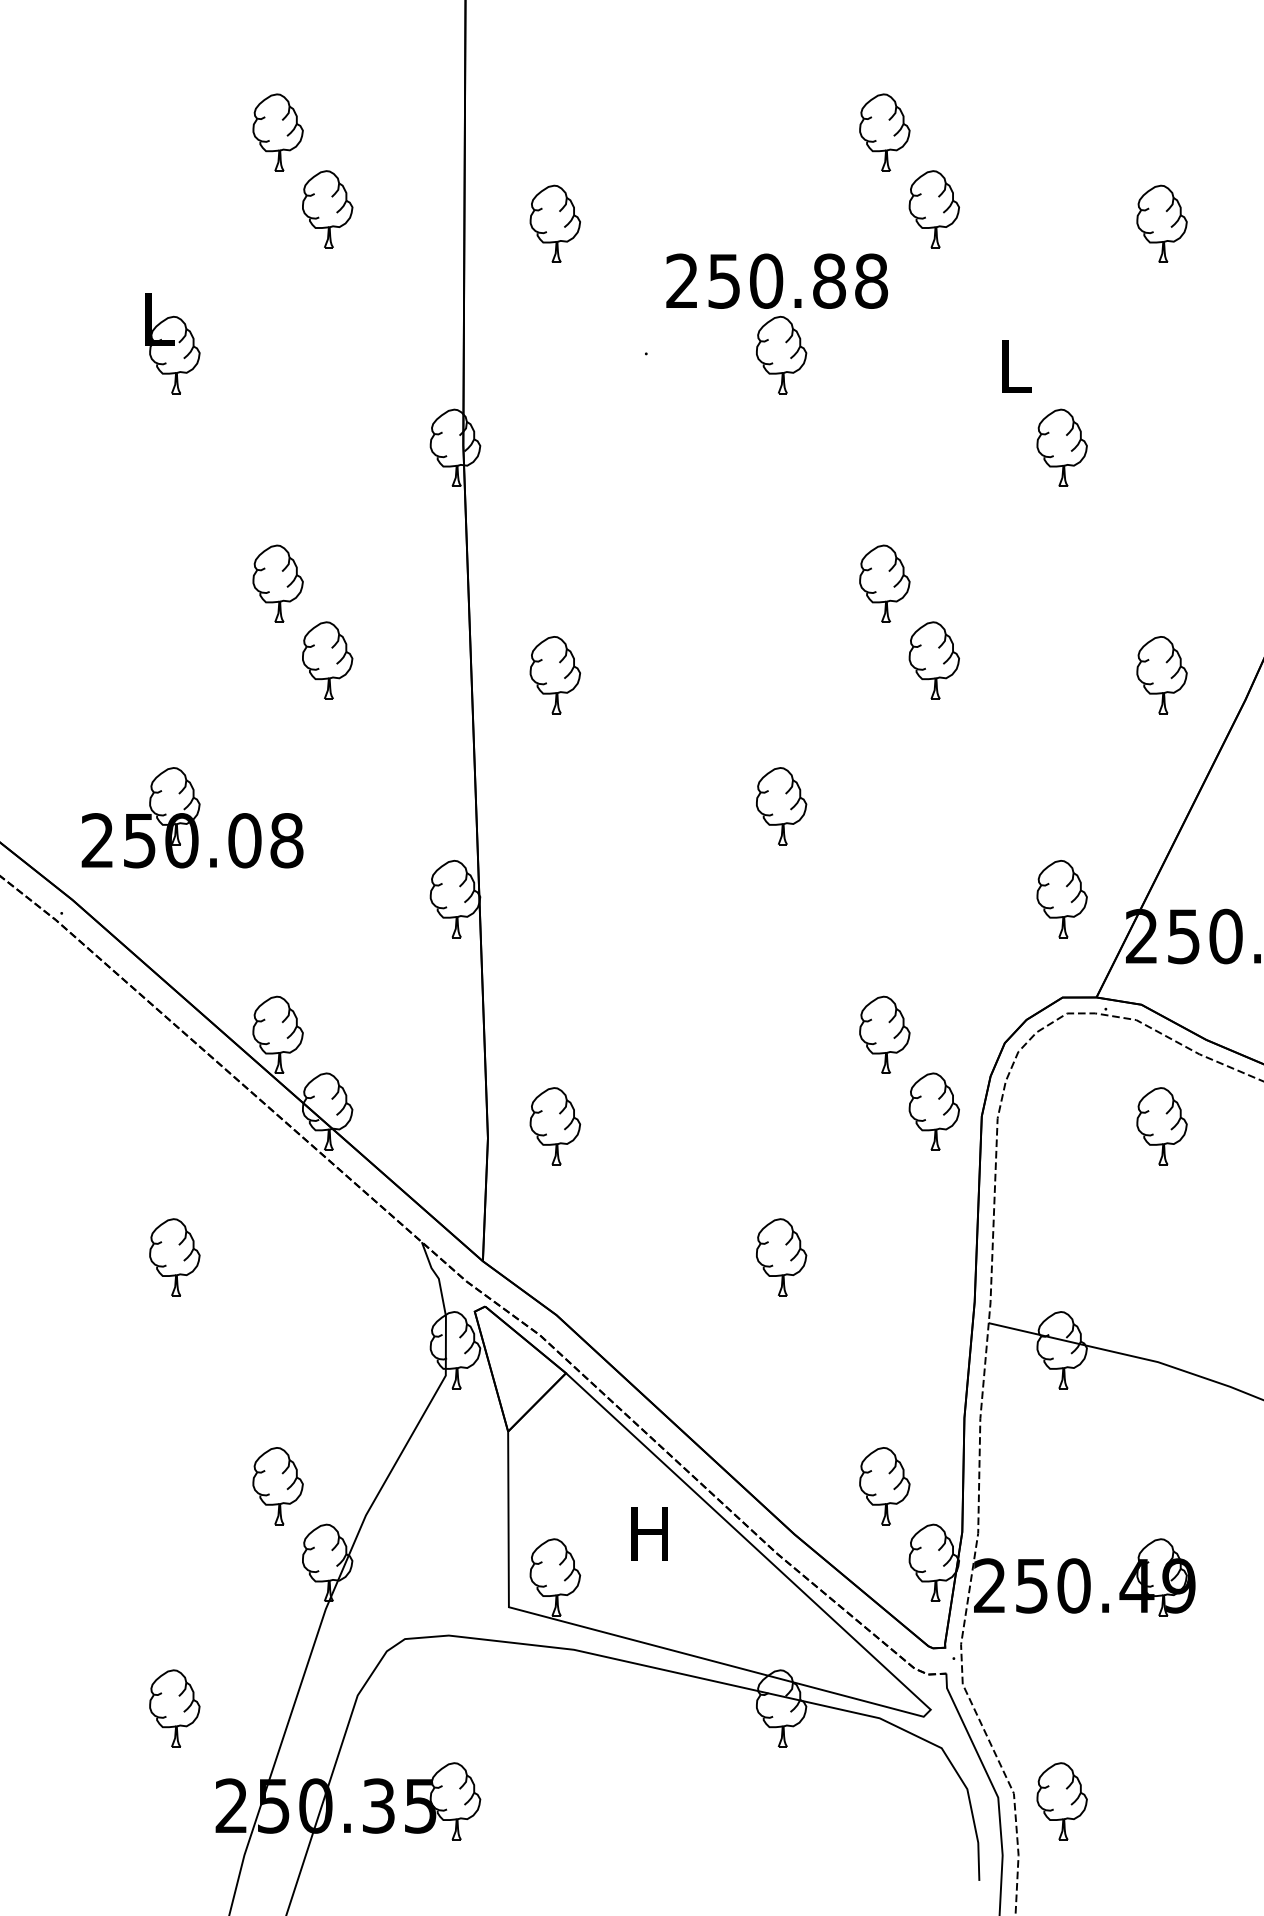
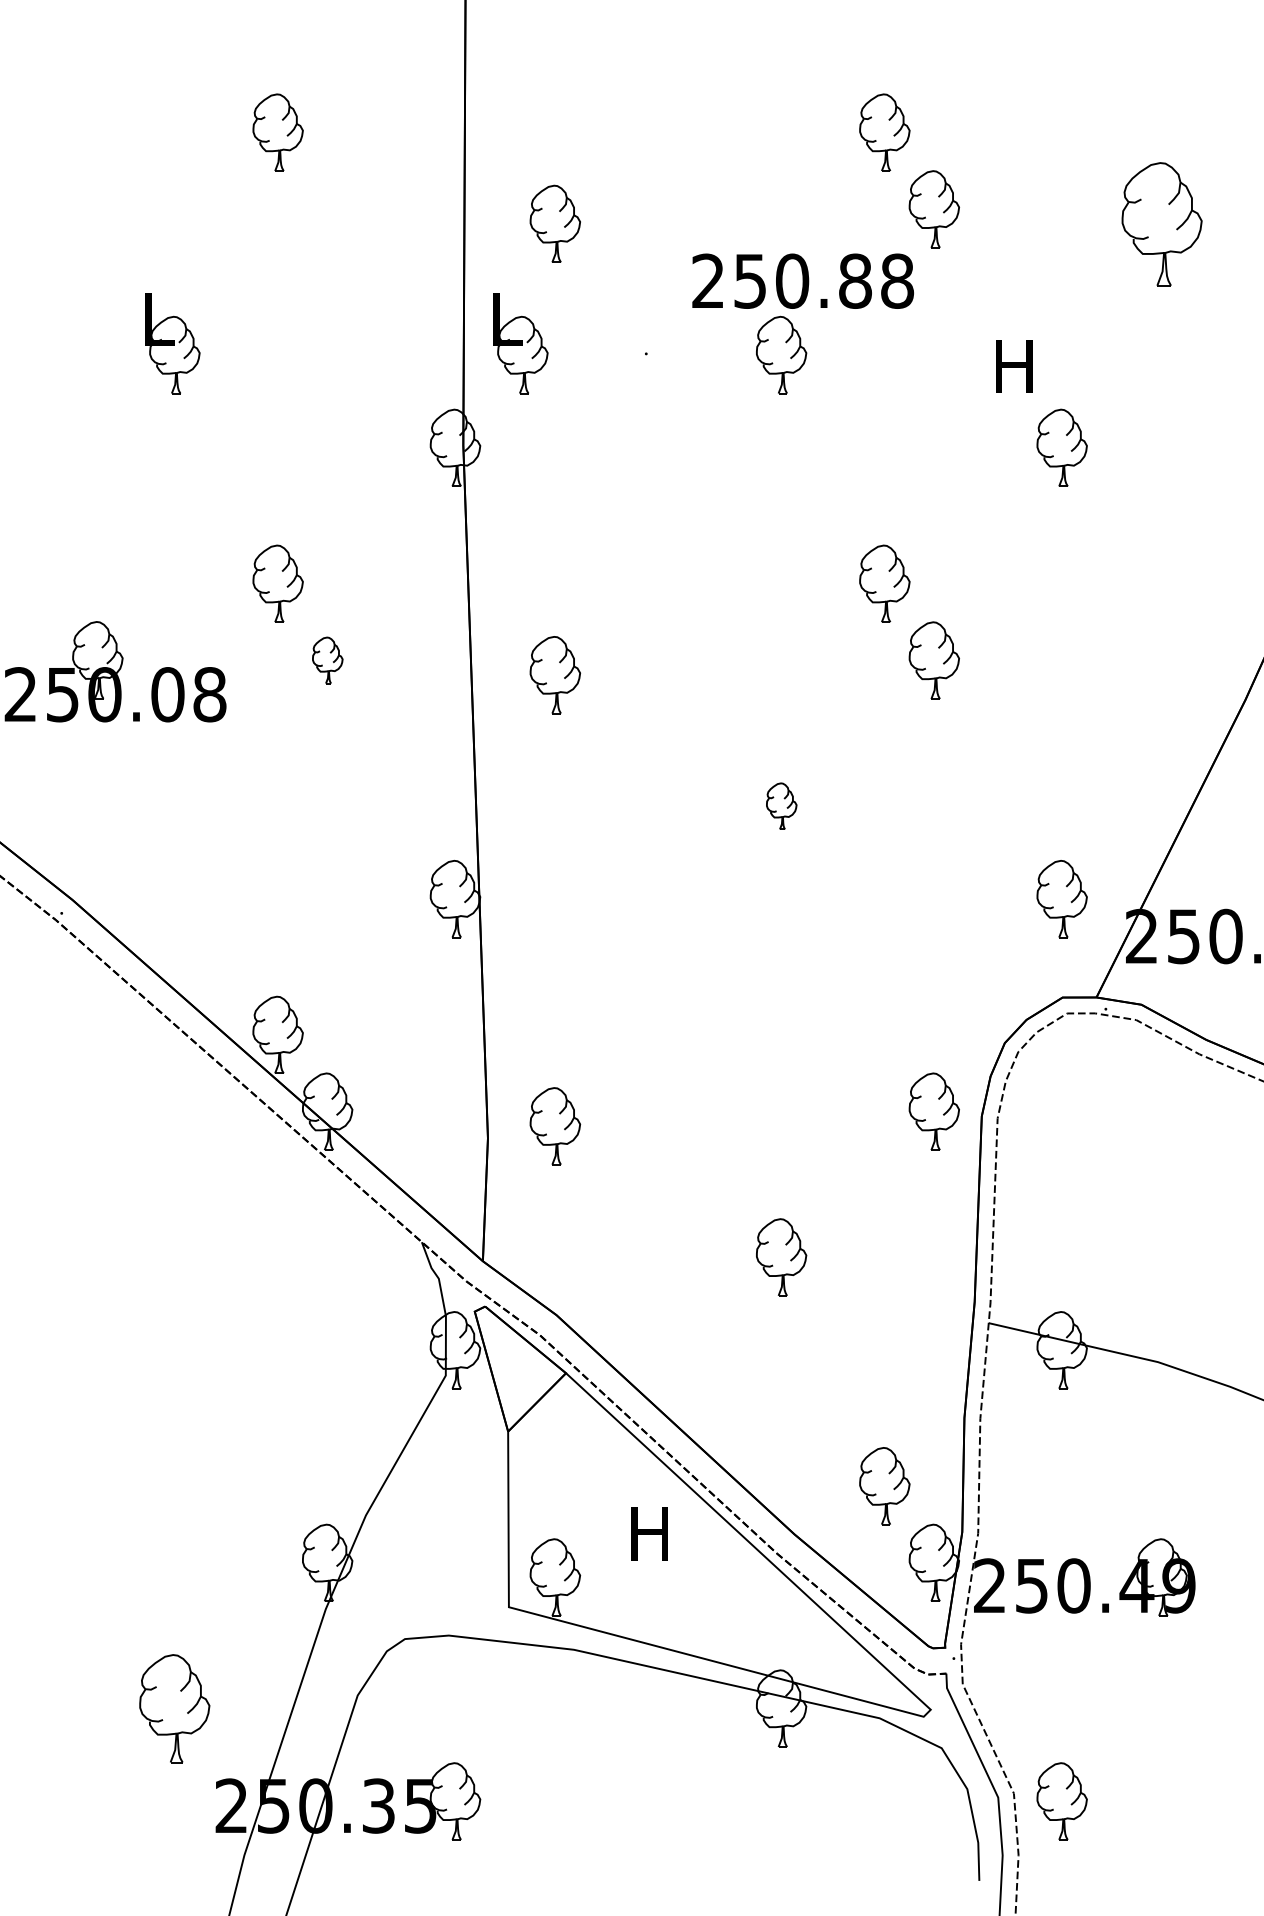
part at (327, 209): present -> none
part at (1161, 223) size: 52x79 px -> 82x125 px
text at (776, 280) position: (776, 280) -> (802, 280)
part at (520, 343): none -> present
text at (1014, 366): L -> H
part at (327, 660) size: 52x79 px -> 32x49 px
part at (1161, 675): present -> none
part at (781, 806) size: 52x79 px -> 32x48 px
part at (192, 817) position: (192, 817) -> (115, 671)
part at (884, 1034): present -> none
part at (1161, 1126): present -> none
part at (174, 1257): present -> none
part at (277, 1486): present -> none
part at (174, 1708) size: 52x79 px -> 72x110 px
